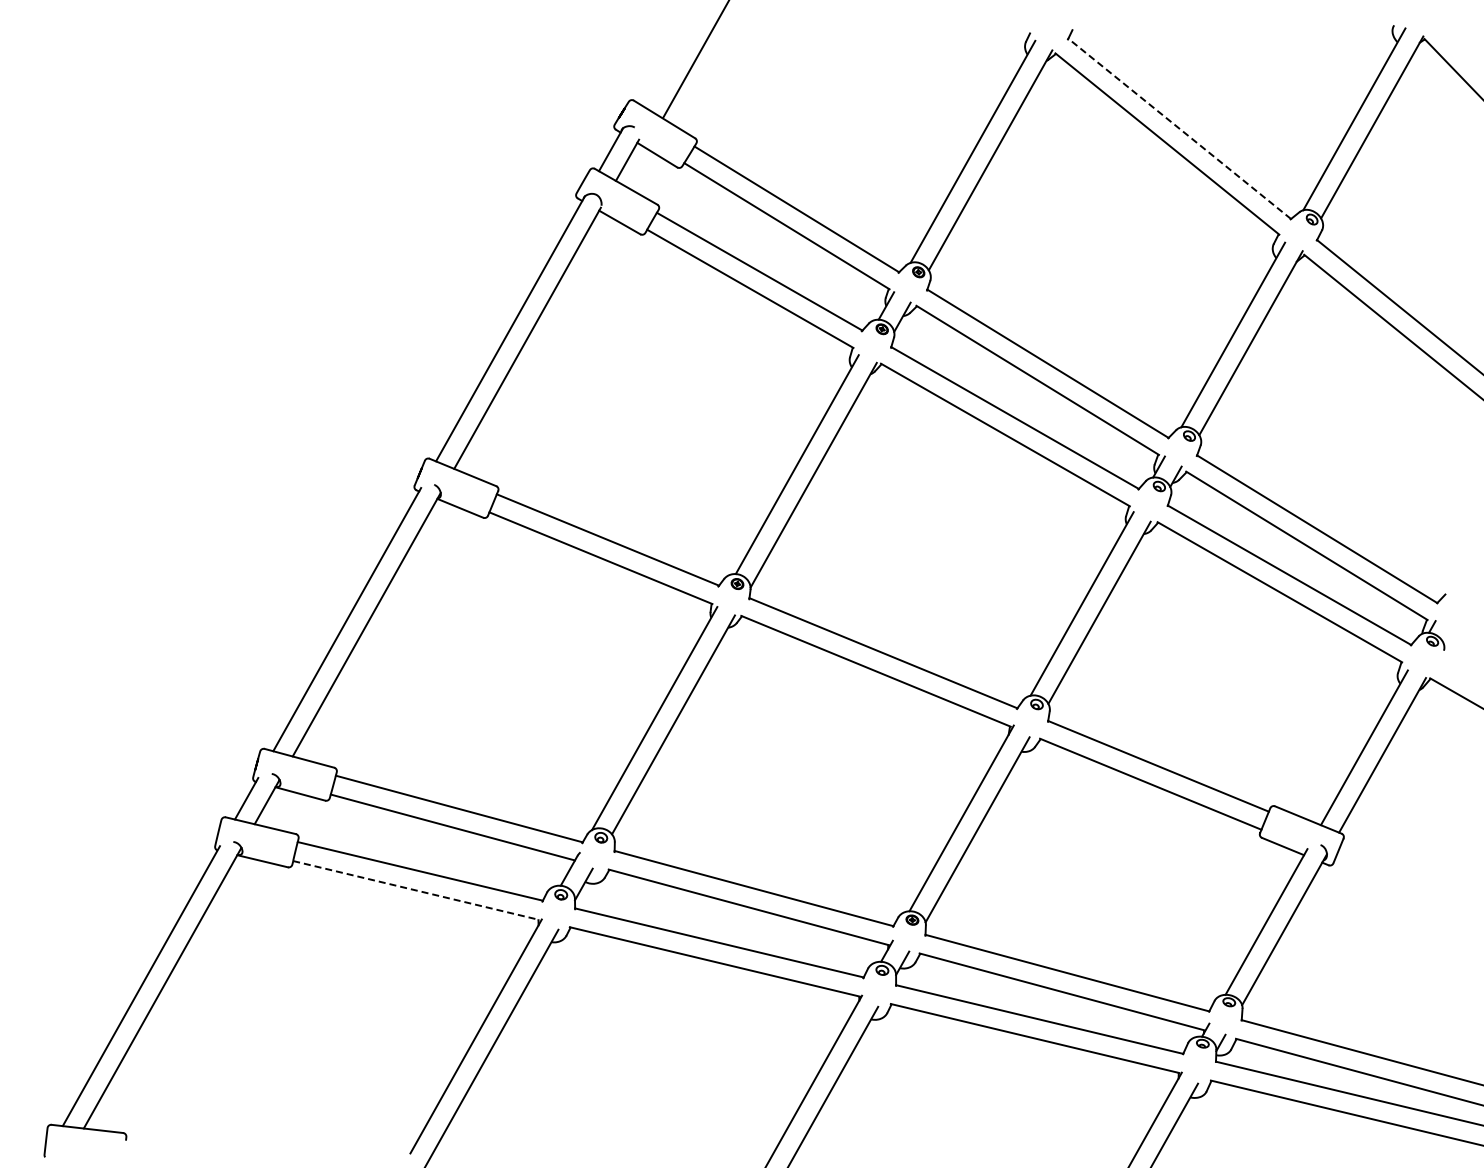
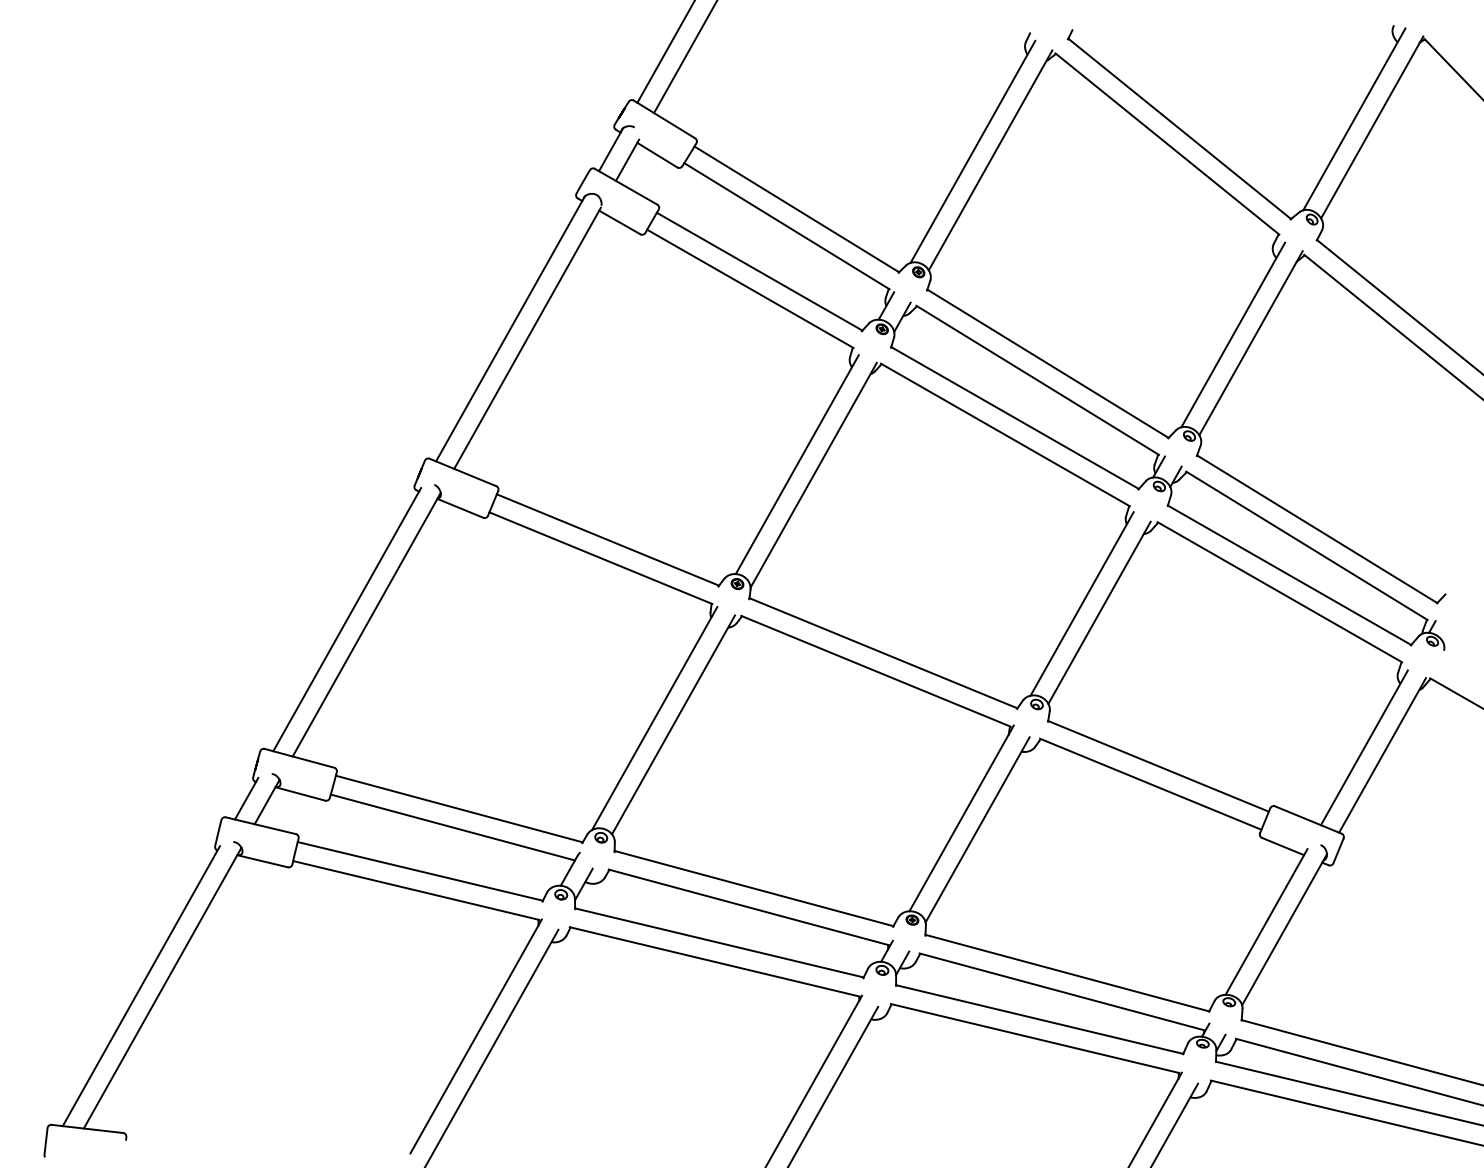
line at (665, 52): none -> present
line at (695, 60) position: (695, 60) -> (685, 57)
line at (1179, 128): dashed -> solid
line at (416, 890): dashed -> solid
